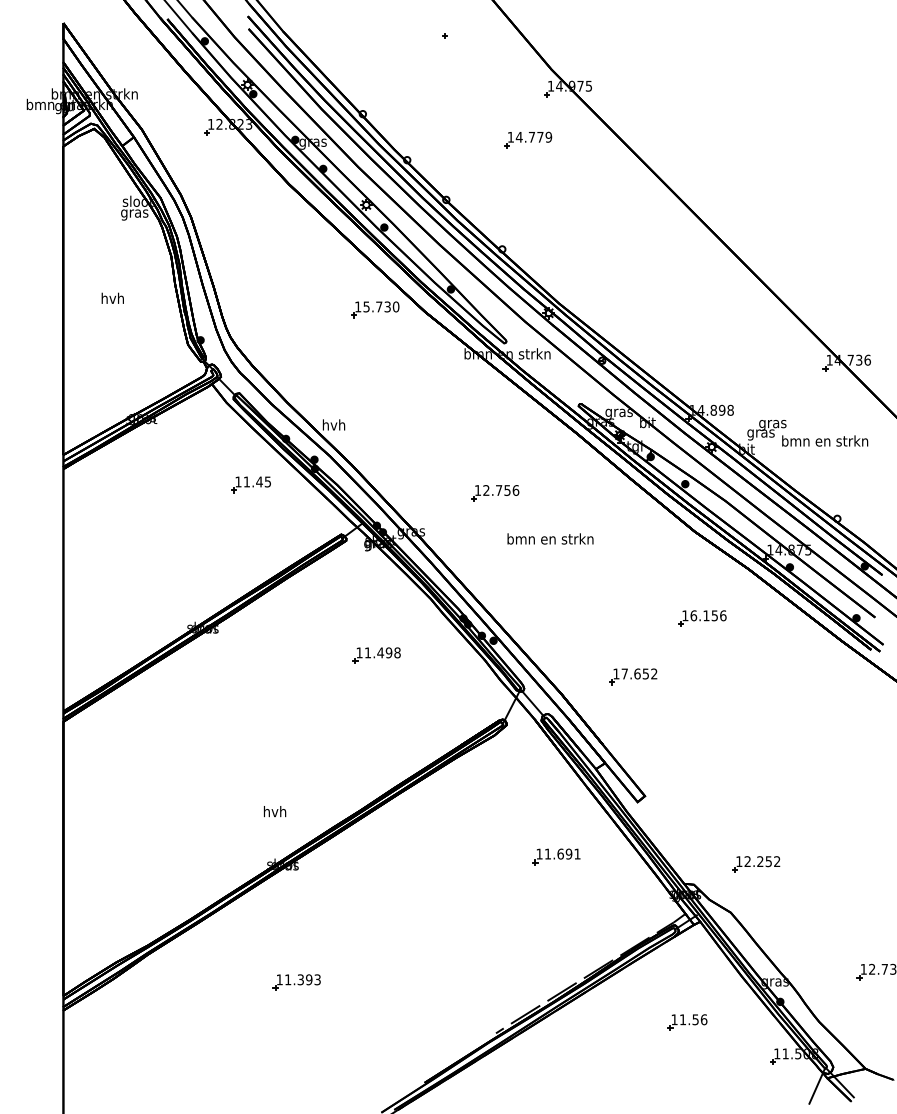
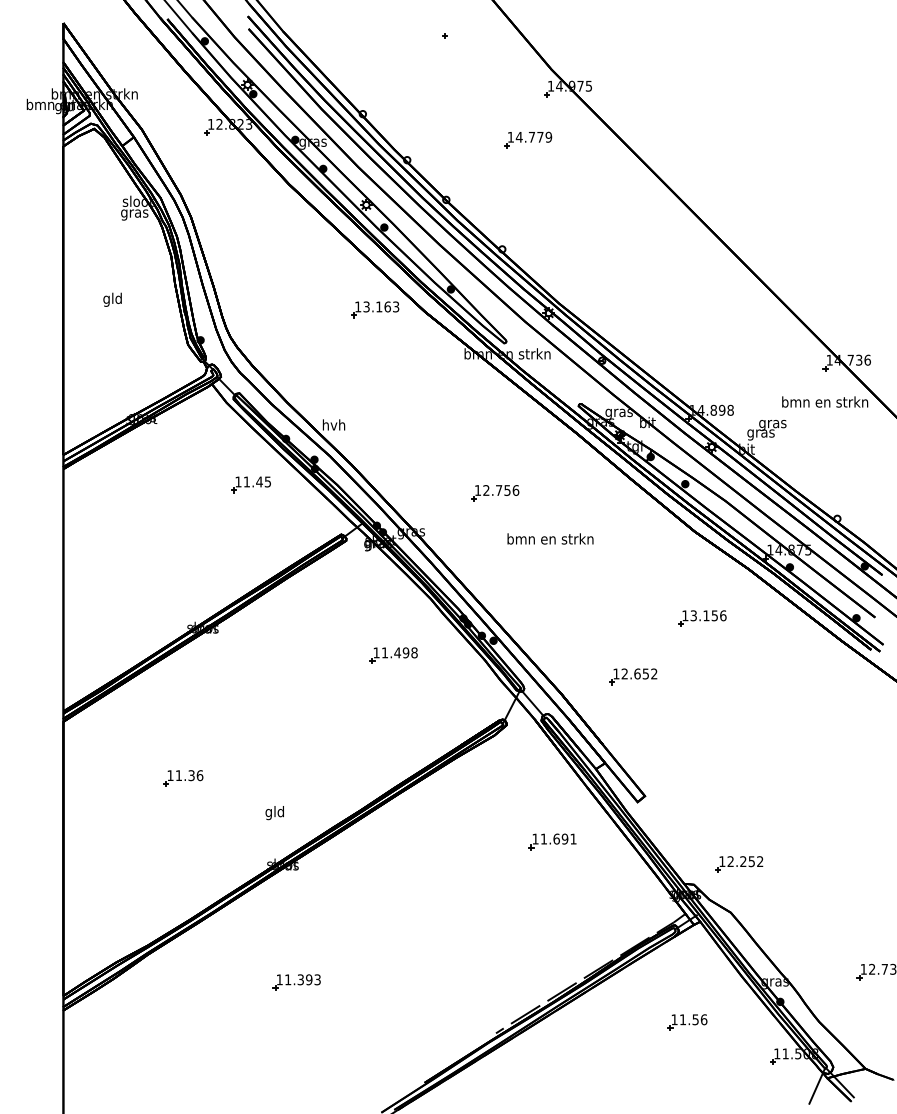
text at (112, 299): hvh -> gld
text at (381, 306): 15.730 -> 13.163
text at (825, 440) position: (825, 440) -> (825, 401)
text at (693, 615): 16.156 -> 13.156
part at (376, 655) position: (376, 655) -> (393, 655)
text at (624, 673): 17.652 -> 12.652
part at (183, 778): none -> present
text at (274, 813): hvh -> gld
part at (556, 856) position: (556, 856) -> (552, 841)
part at (756, 864) position: (756, 864) -> (739, 864)
